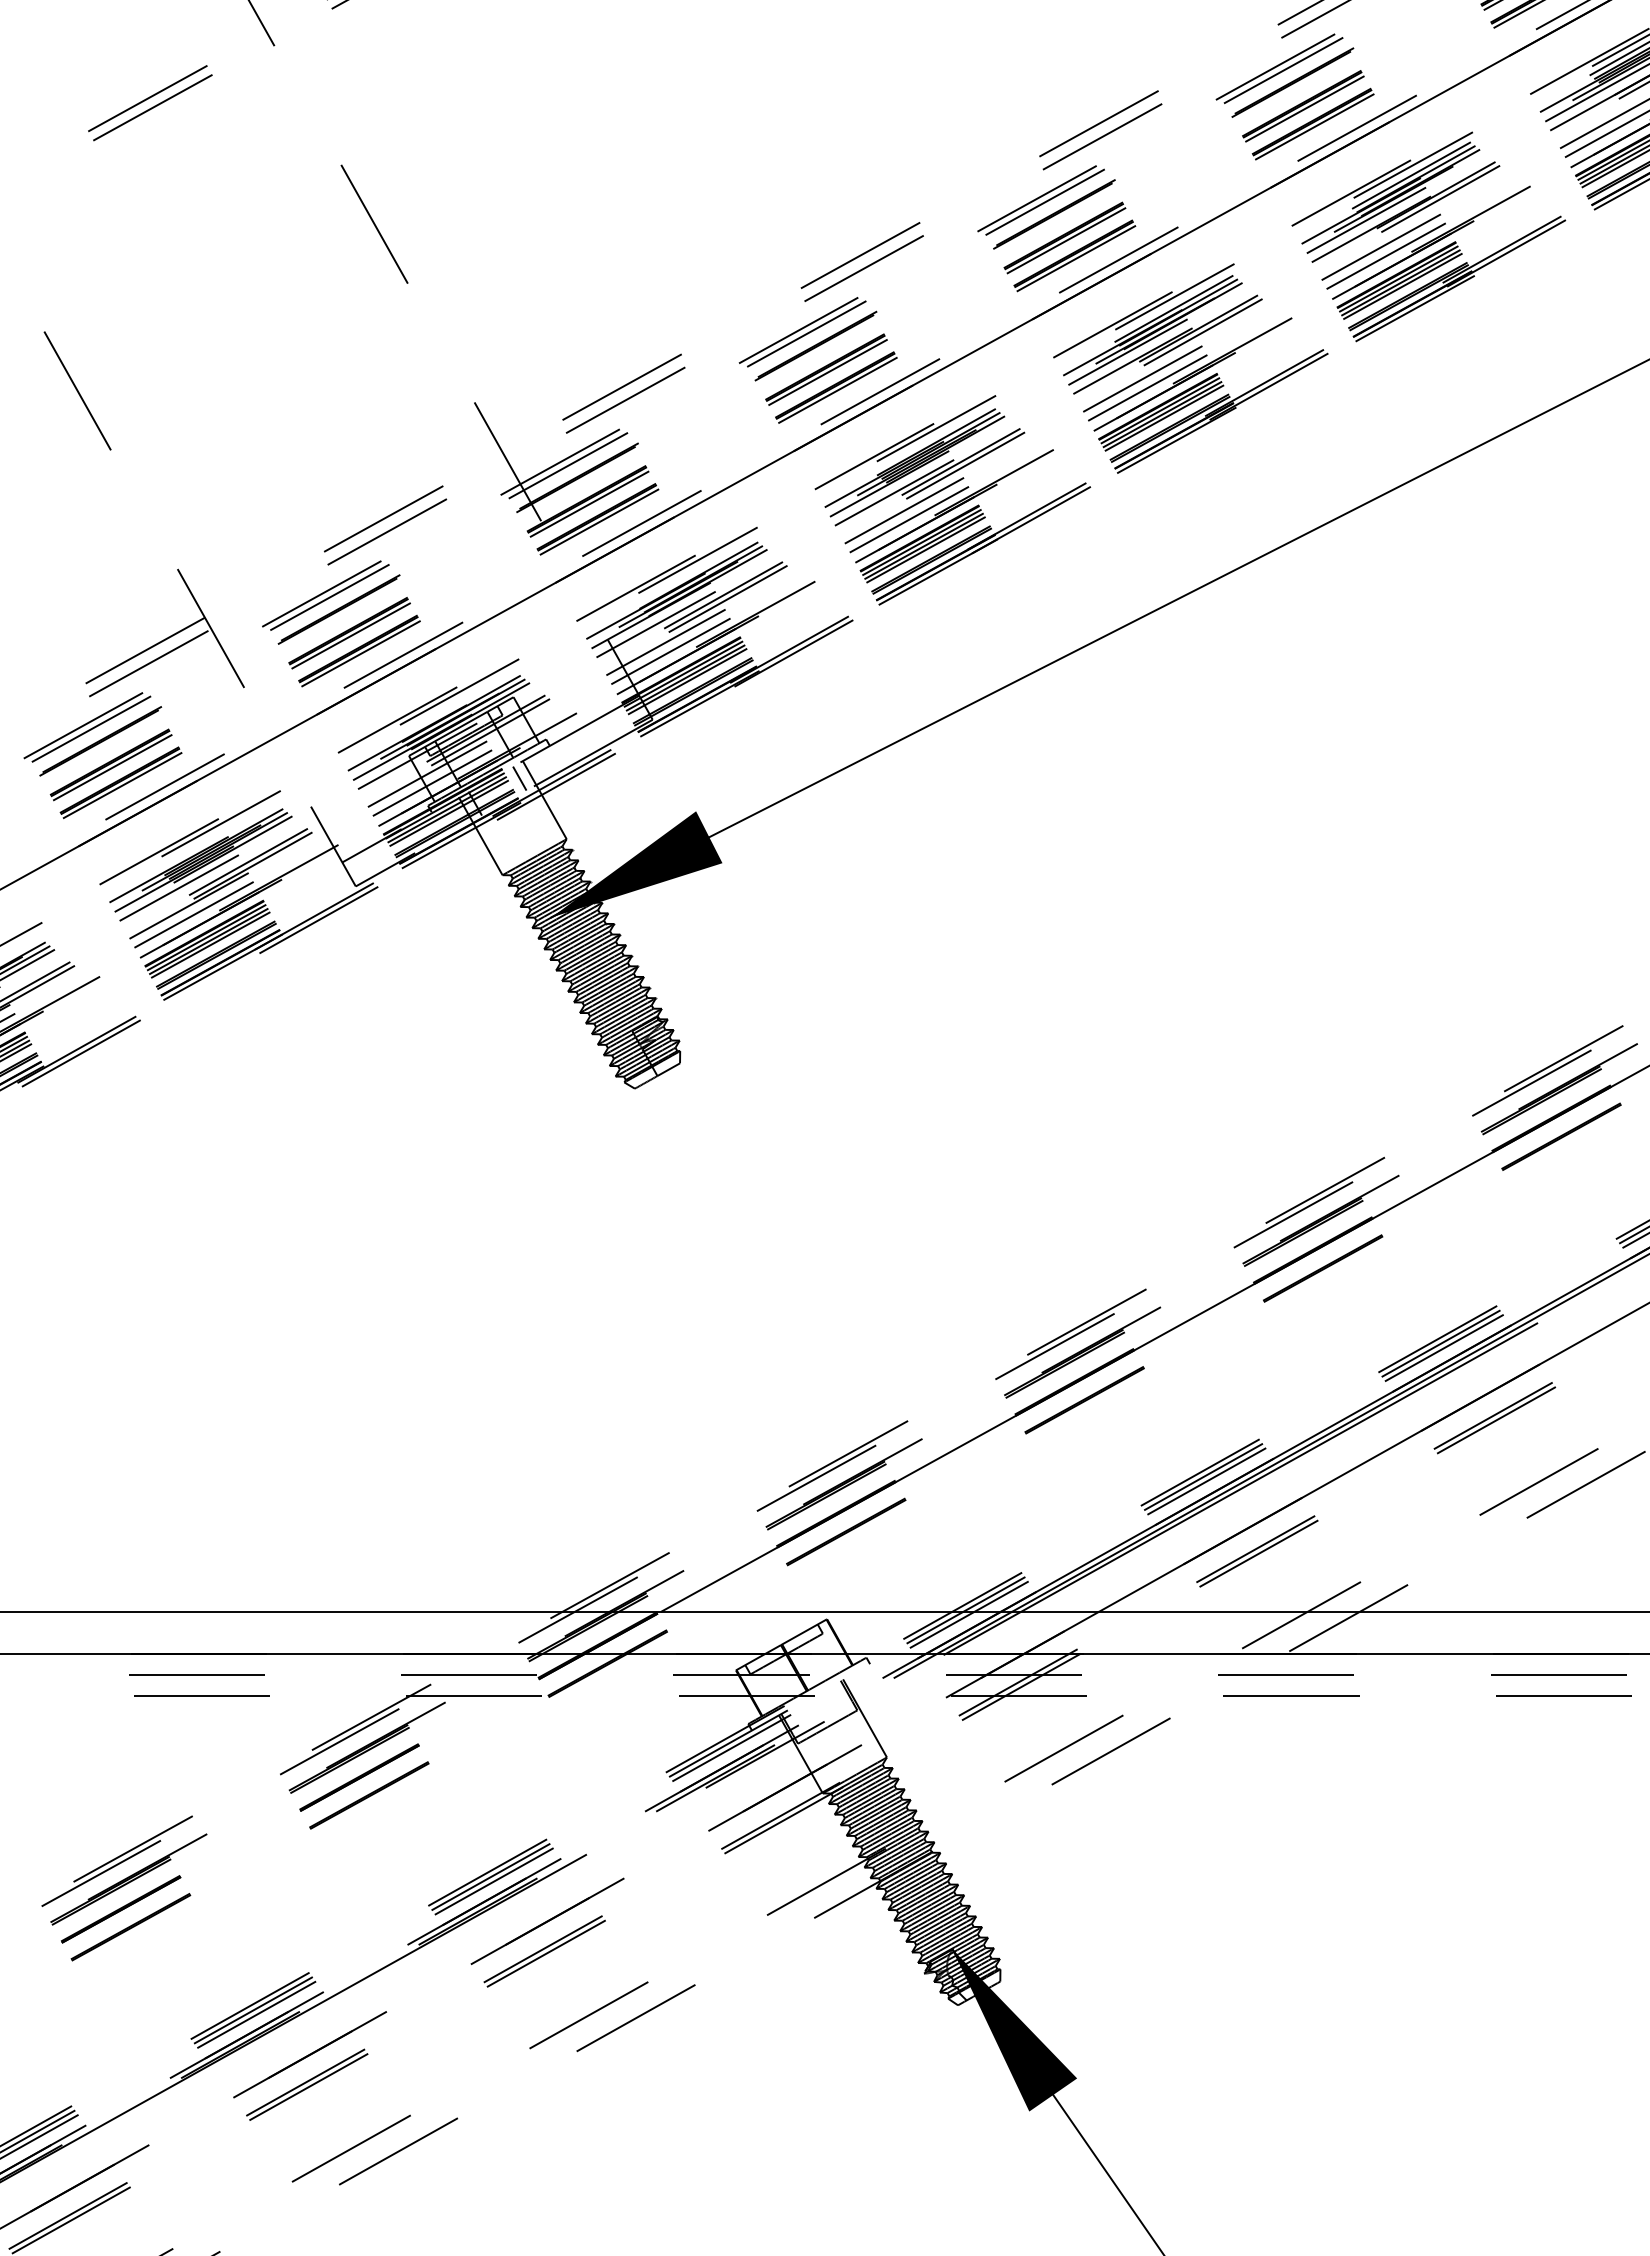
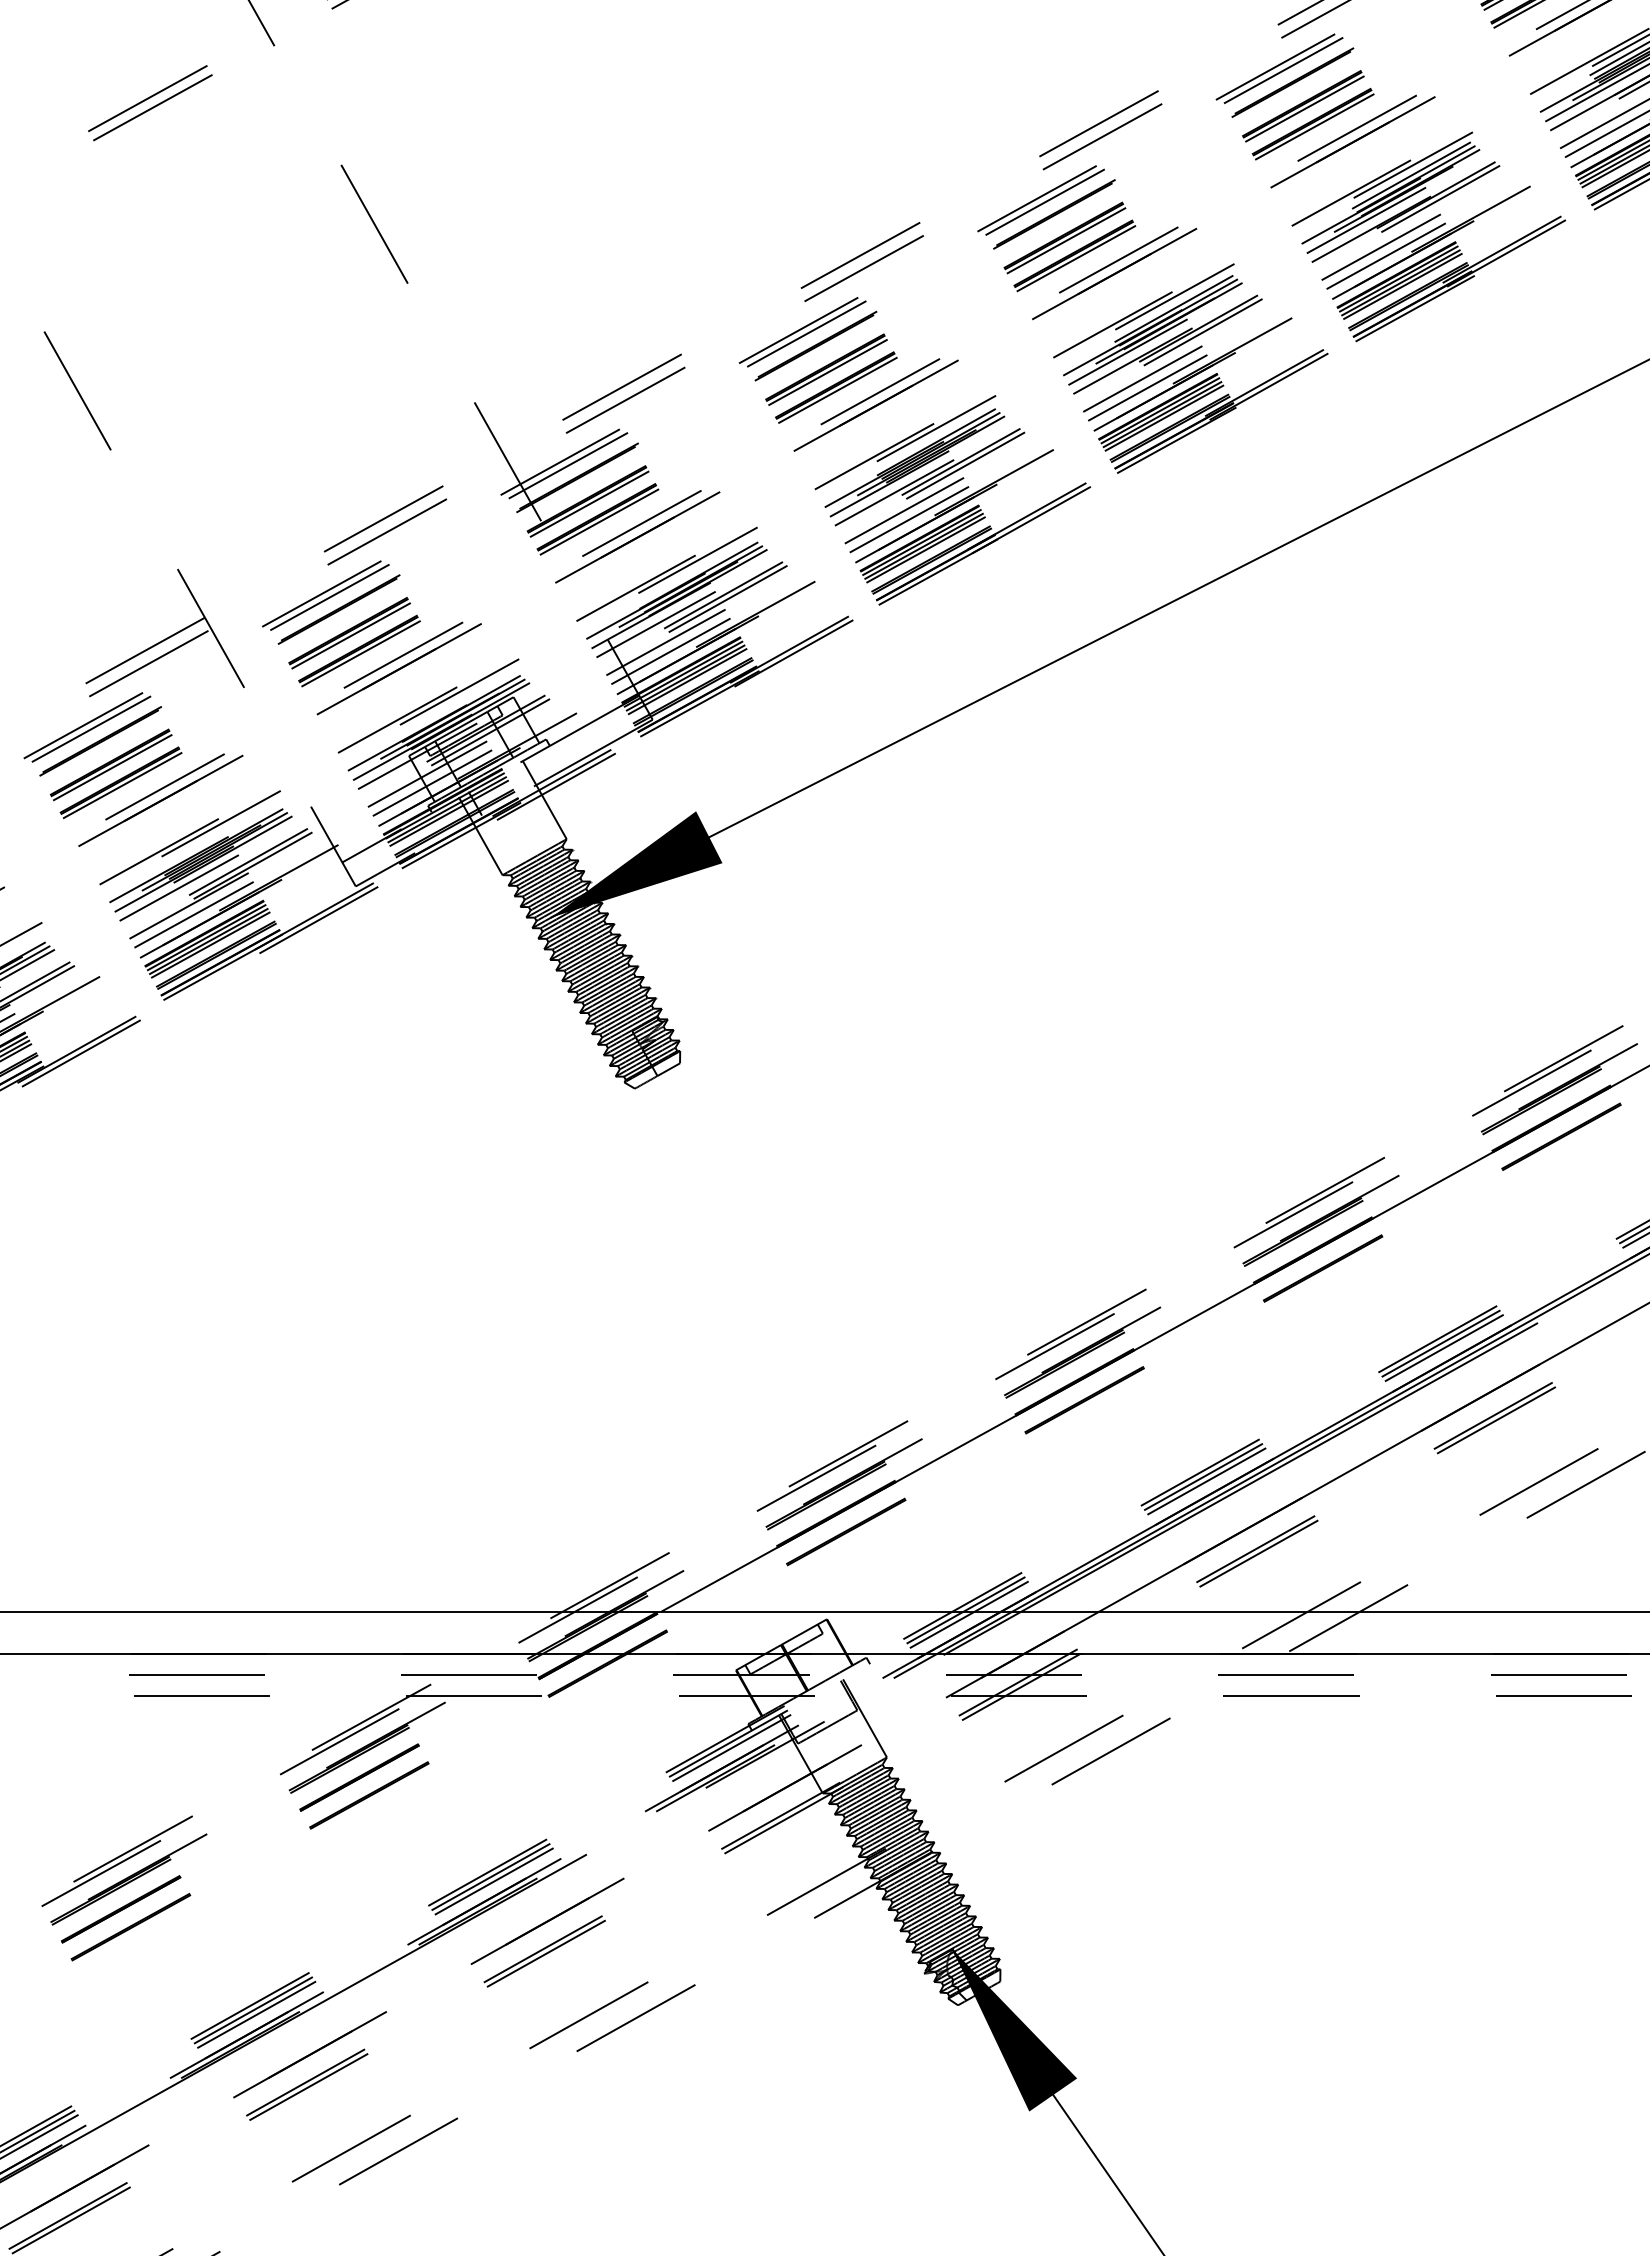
line at (805, 444): solid -> dashed
line at (519, 778): present -> none
